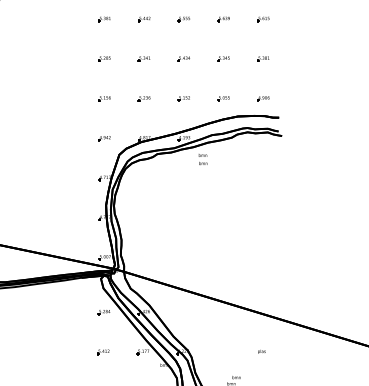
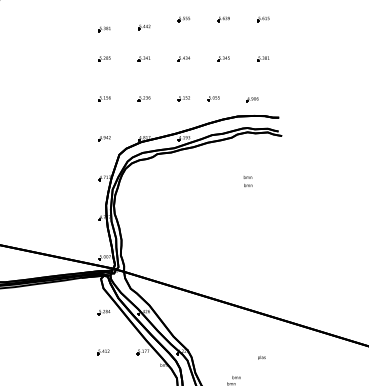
part at (104, 19) position: (104, 19) -> (104, 29)
part at (144, 19) position: (144, 19) -> (144, 27)
part at (223, 98) position: (223, 98) -> (213, 98)
part at (263, 98) position: (263, 98) -> (252, 99)
text at (202, 159) position: (202, 159) -> (247, 181)
text at (261, 351) position: (261, 351) -> (261, 357)
